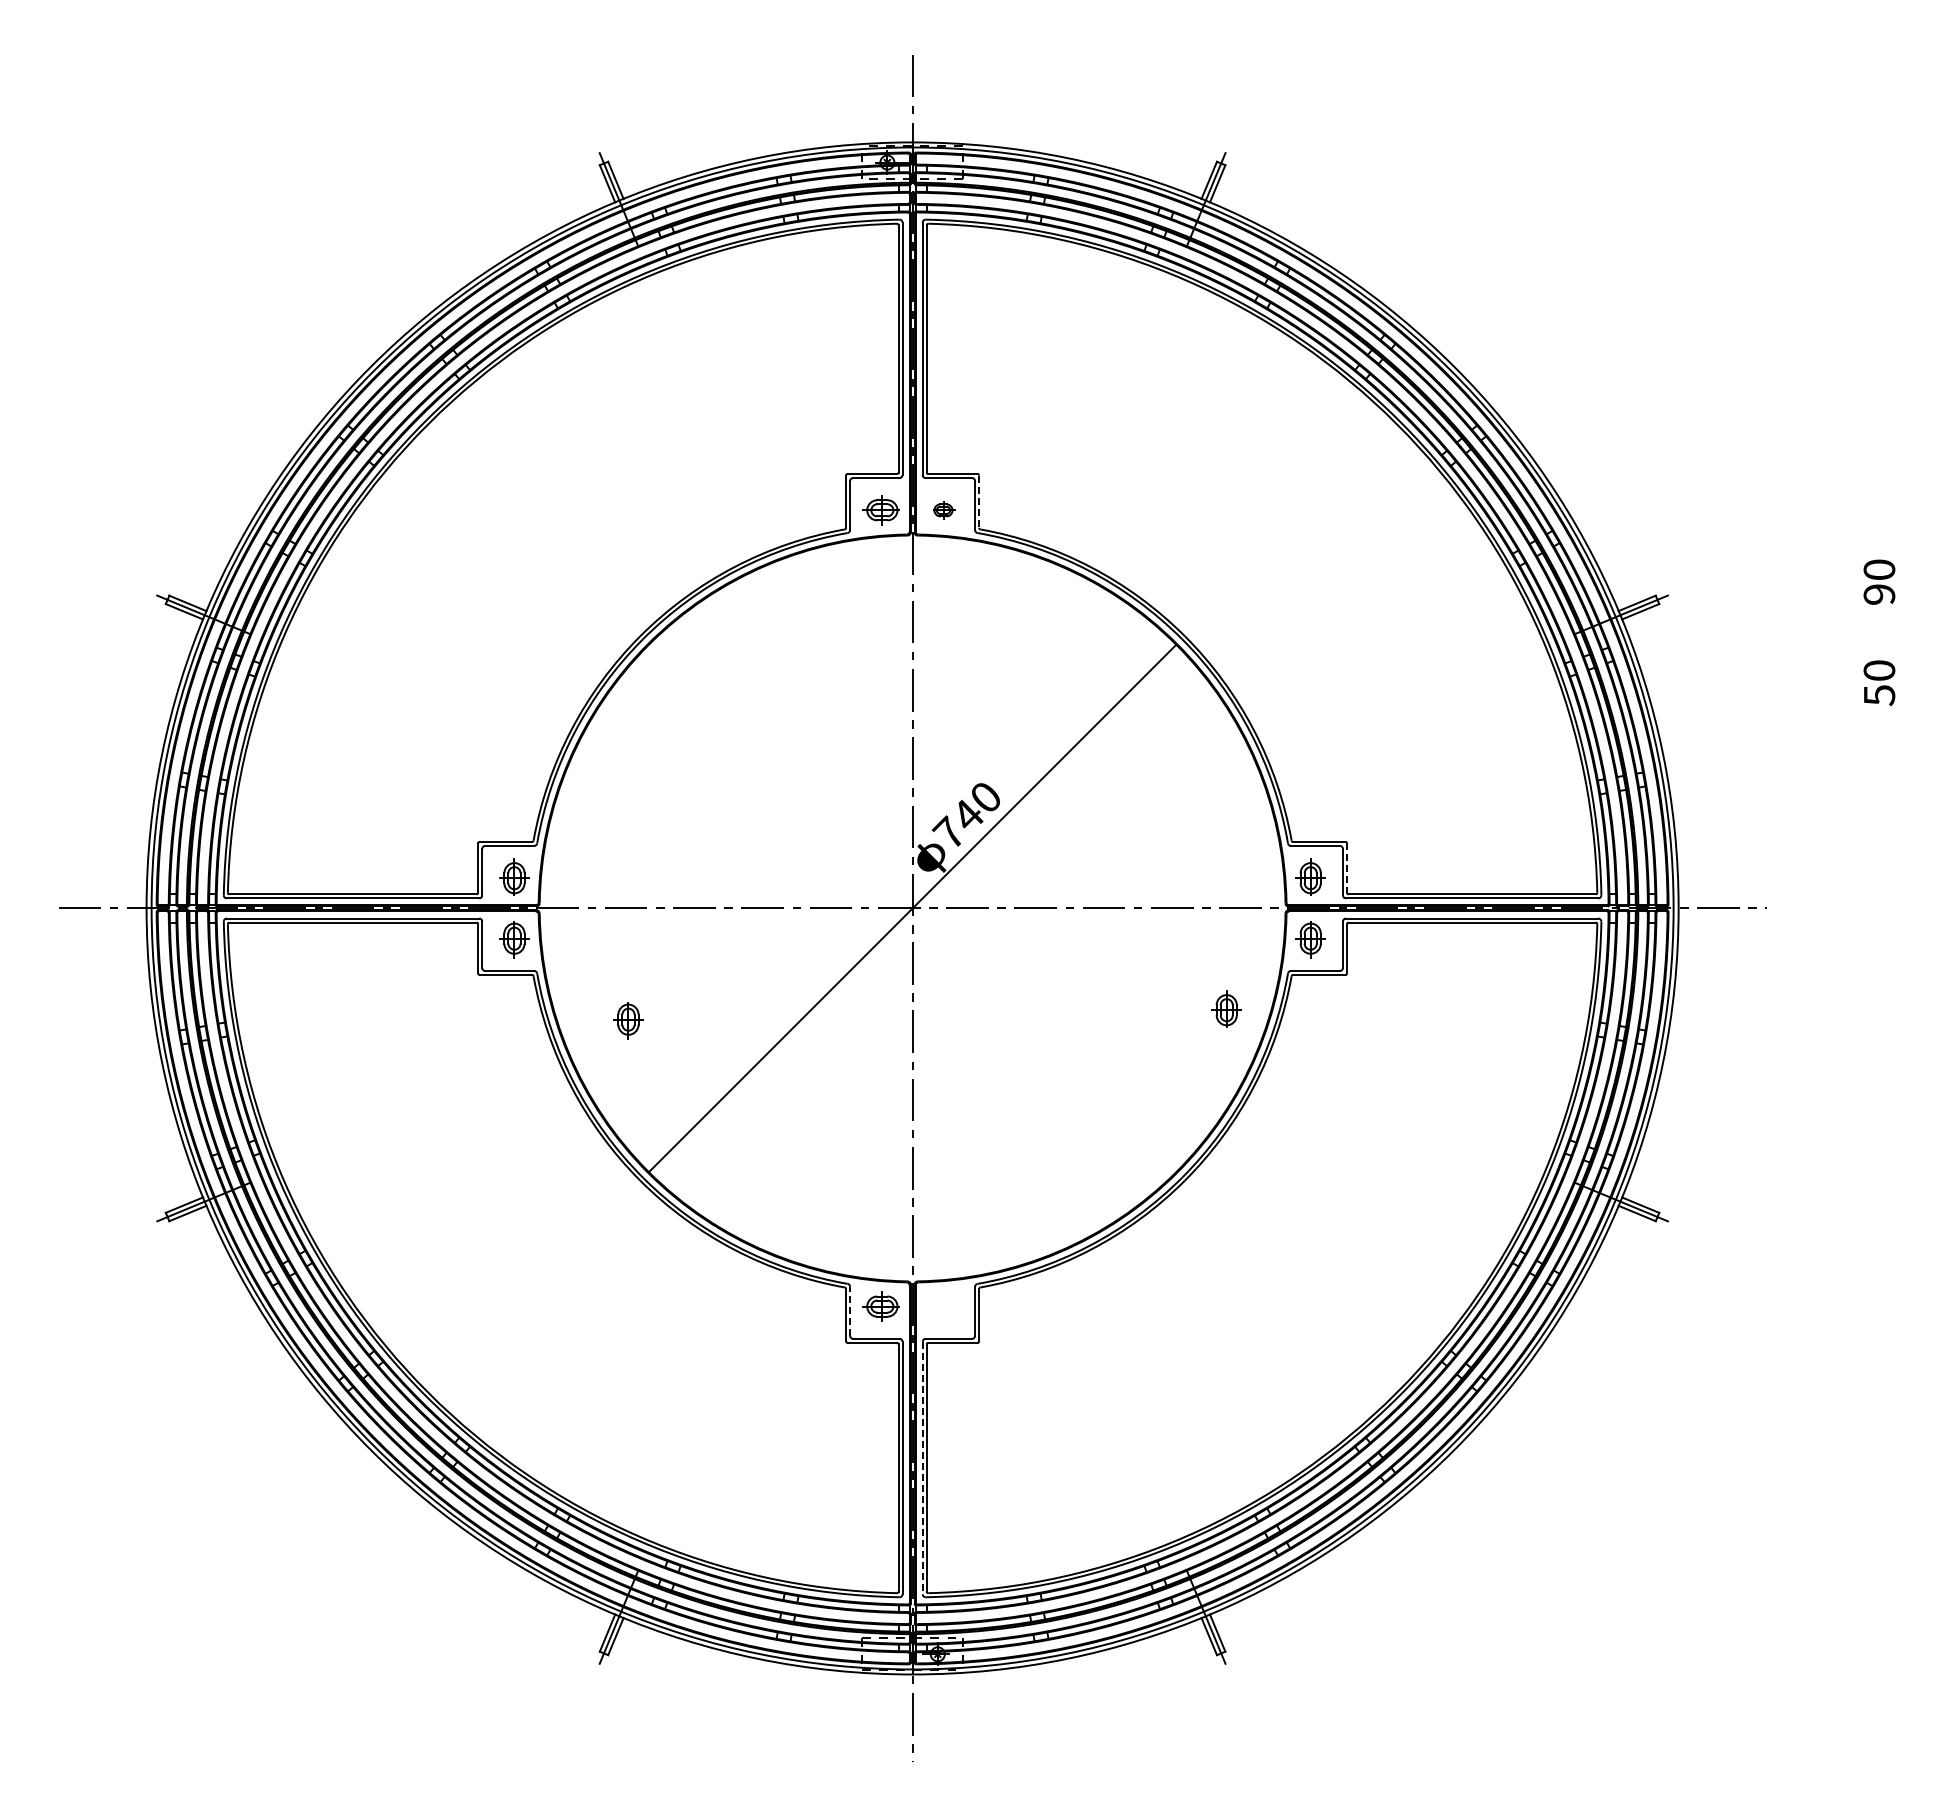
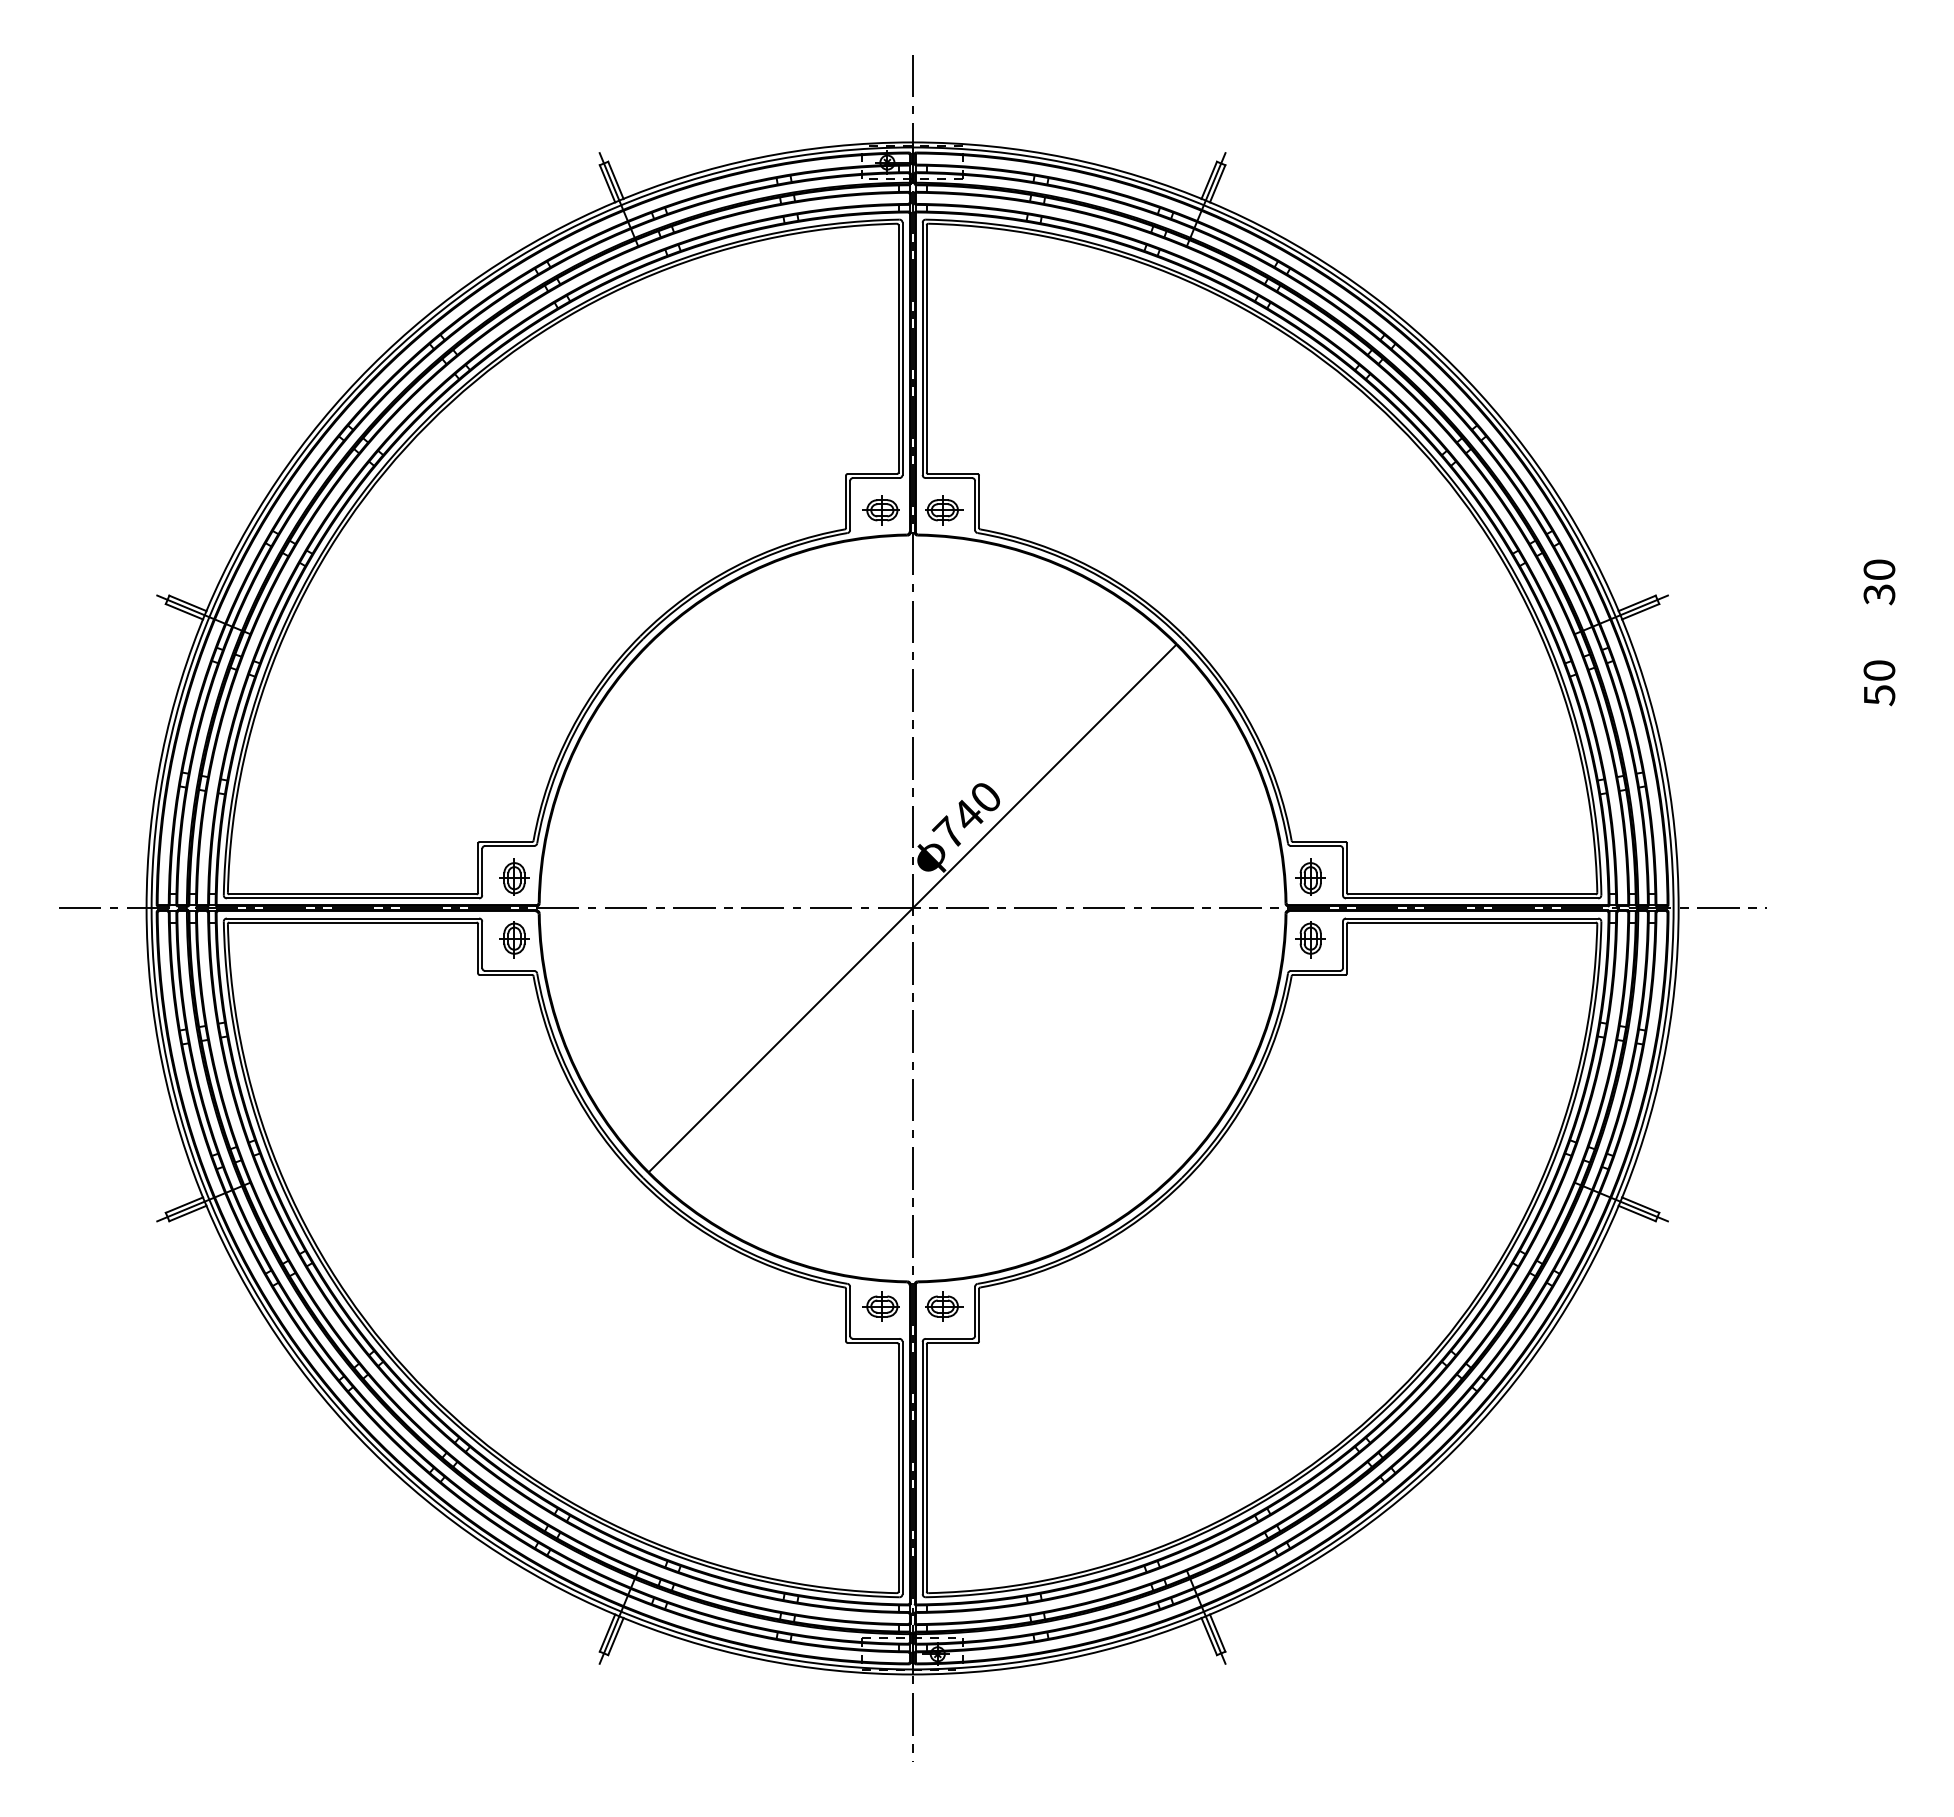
line at (979, 502): dashed -> solid
part at (944, 510) size: 23x19 px -> 39x31 px
text at (1879, 594): 90 -> 30
line at (1347, 868): dashed -> solid
part at (1226, 1008): present -> none
part at (628, 1020): present -> none
part at (944, 1306): none -> present
line at (850, 1310): dashed -> solid
line at (922, 1468): dashed -> solid
